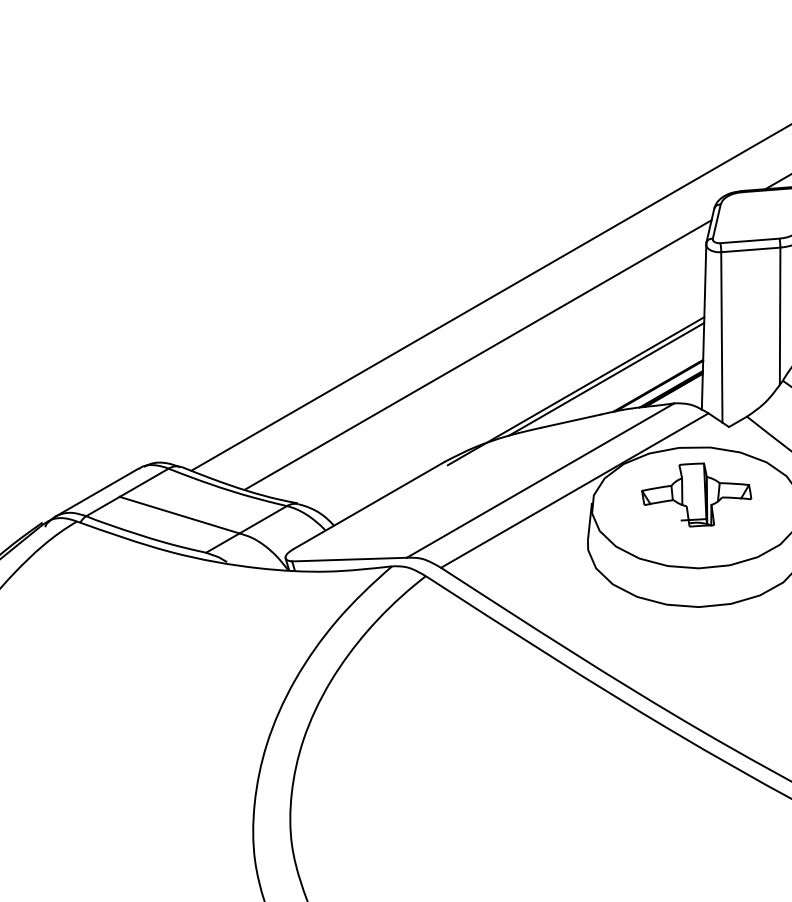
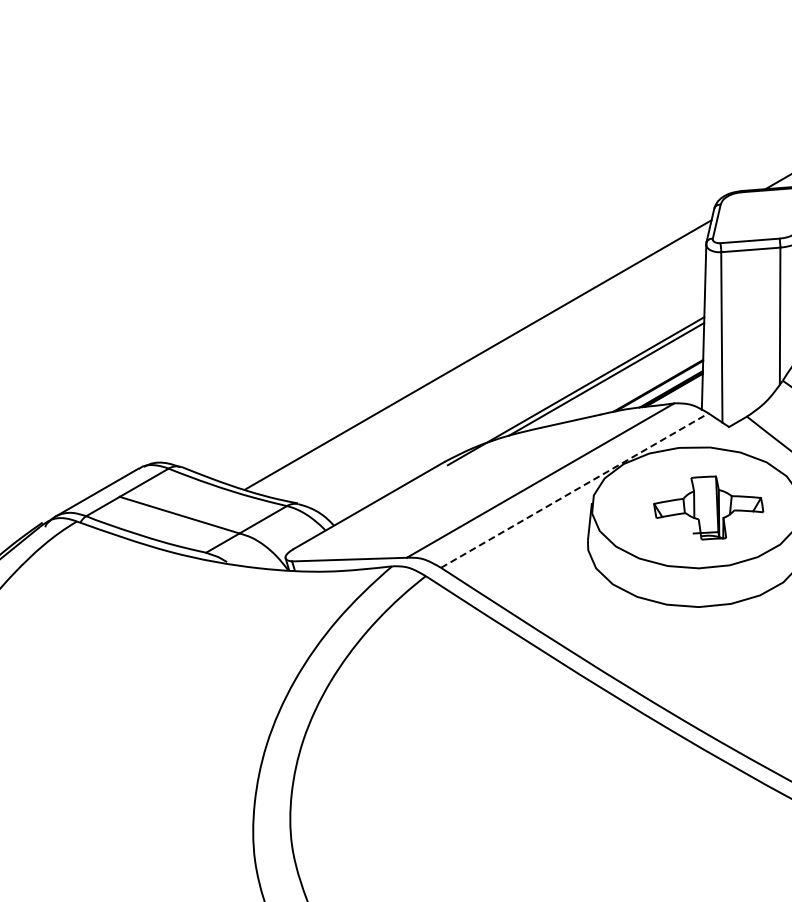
line at (489, 298): present -> none
line at (575, 490): solid -> dashed
part at (696, 494) position: (696, 494) -> (708, 507)
